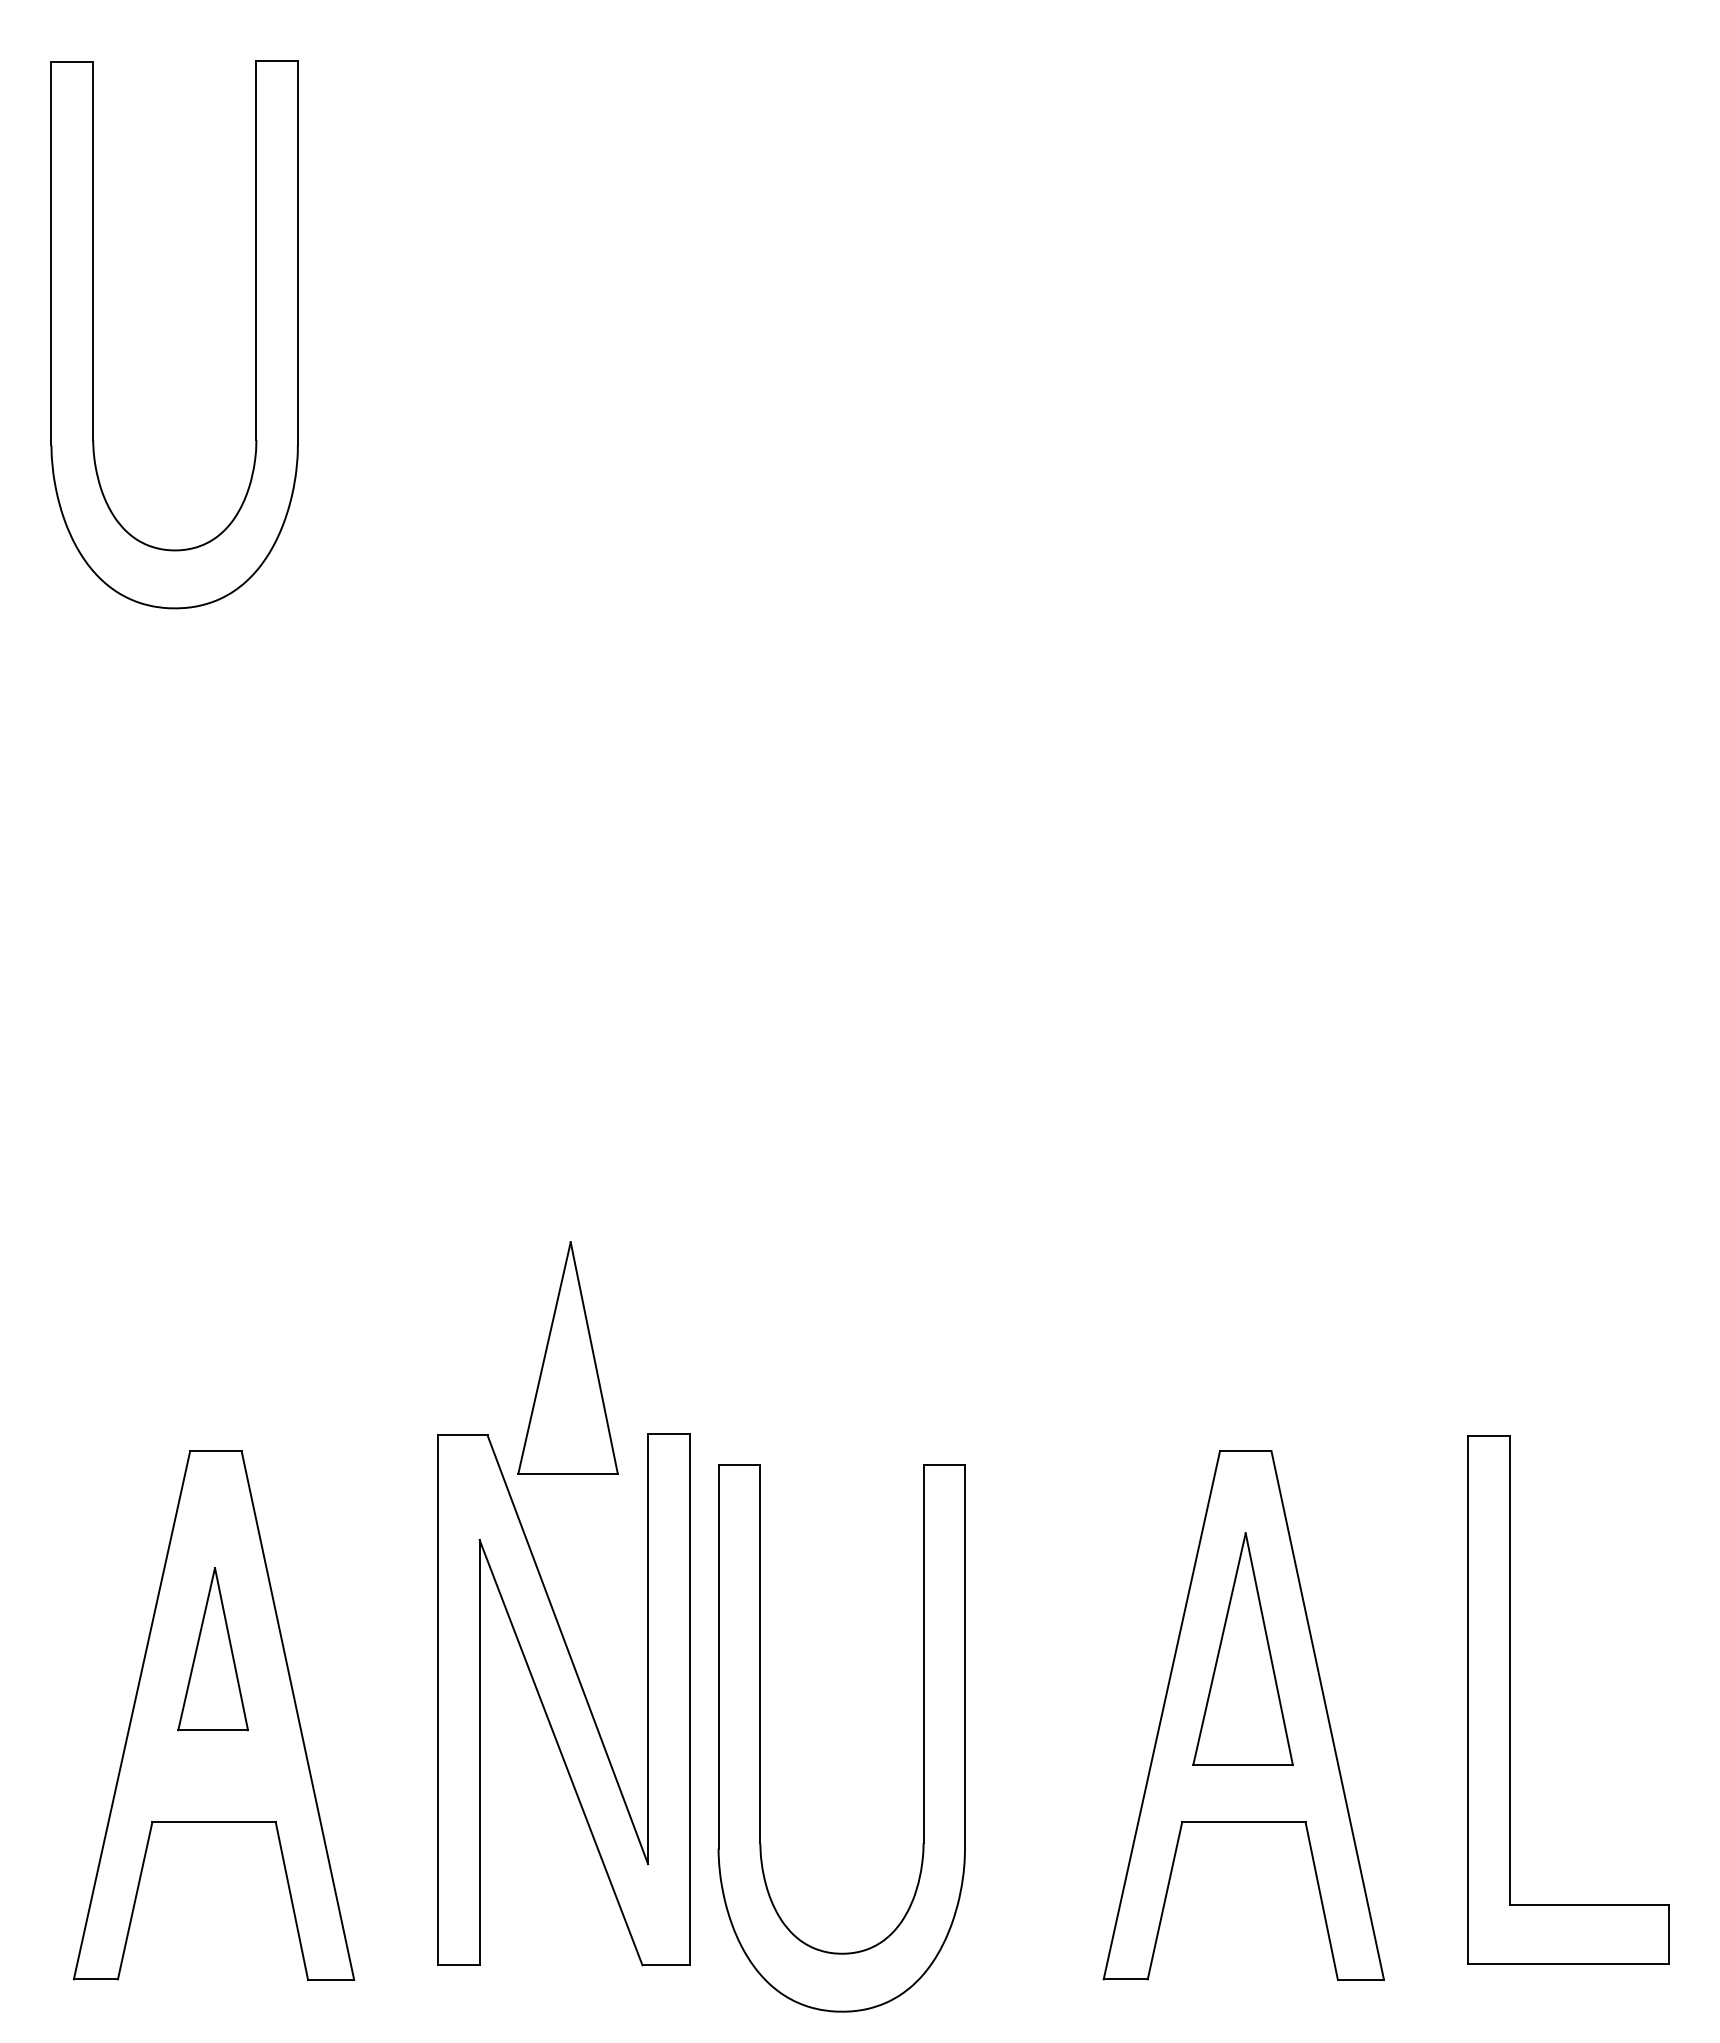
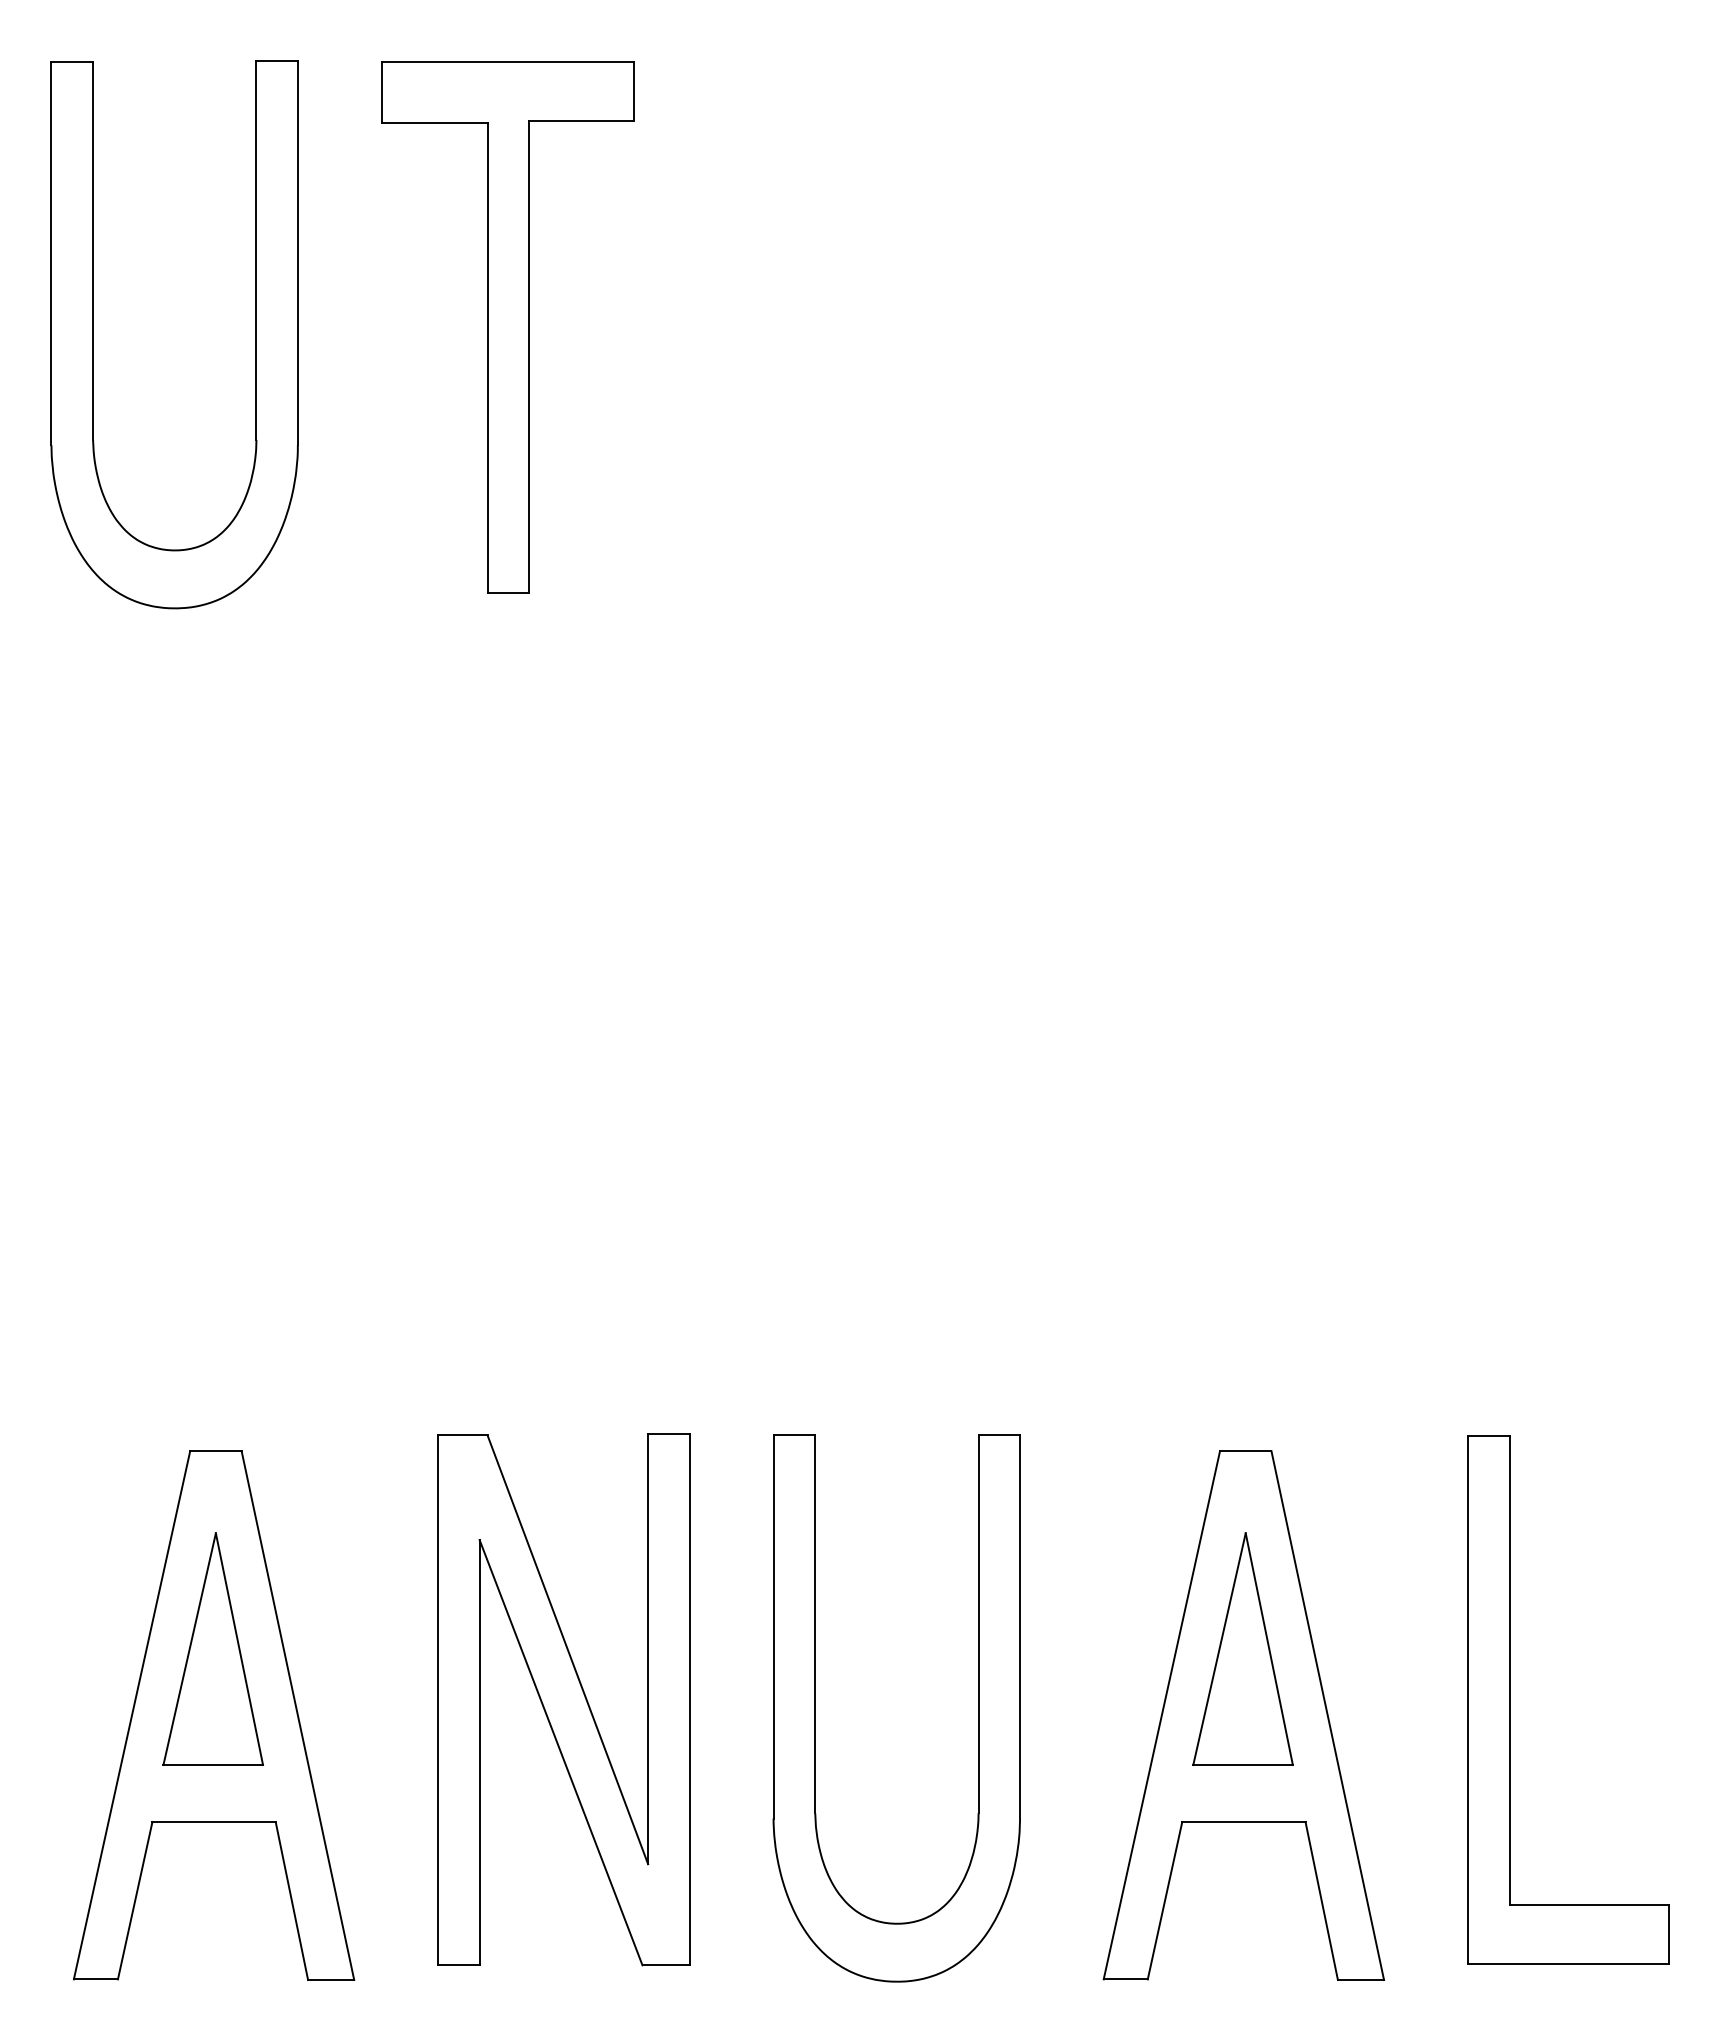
part at (507, 327): none -> present
part at (567, 1357): present -> none
part at (212, 1649) size: 72x165 px -> 102x234 px
part at (760, 1738) position: (760, 1738) -> (815, 1708)
